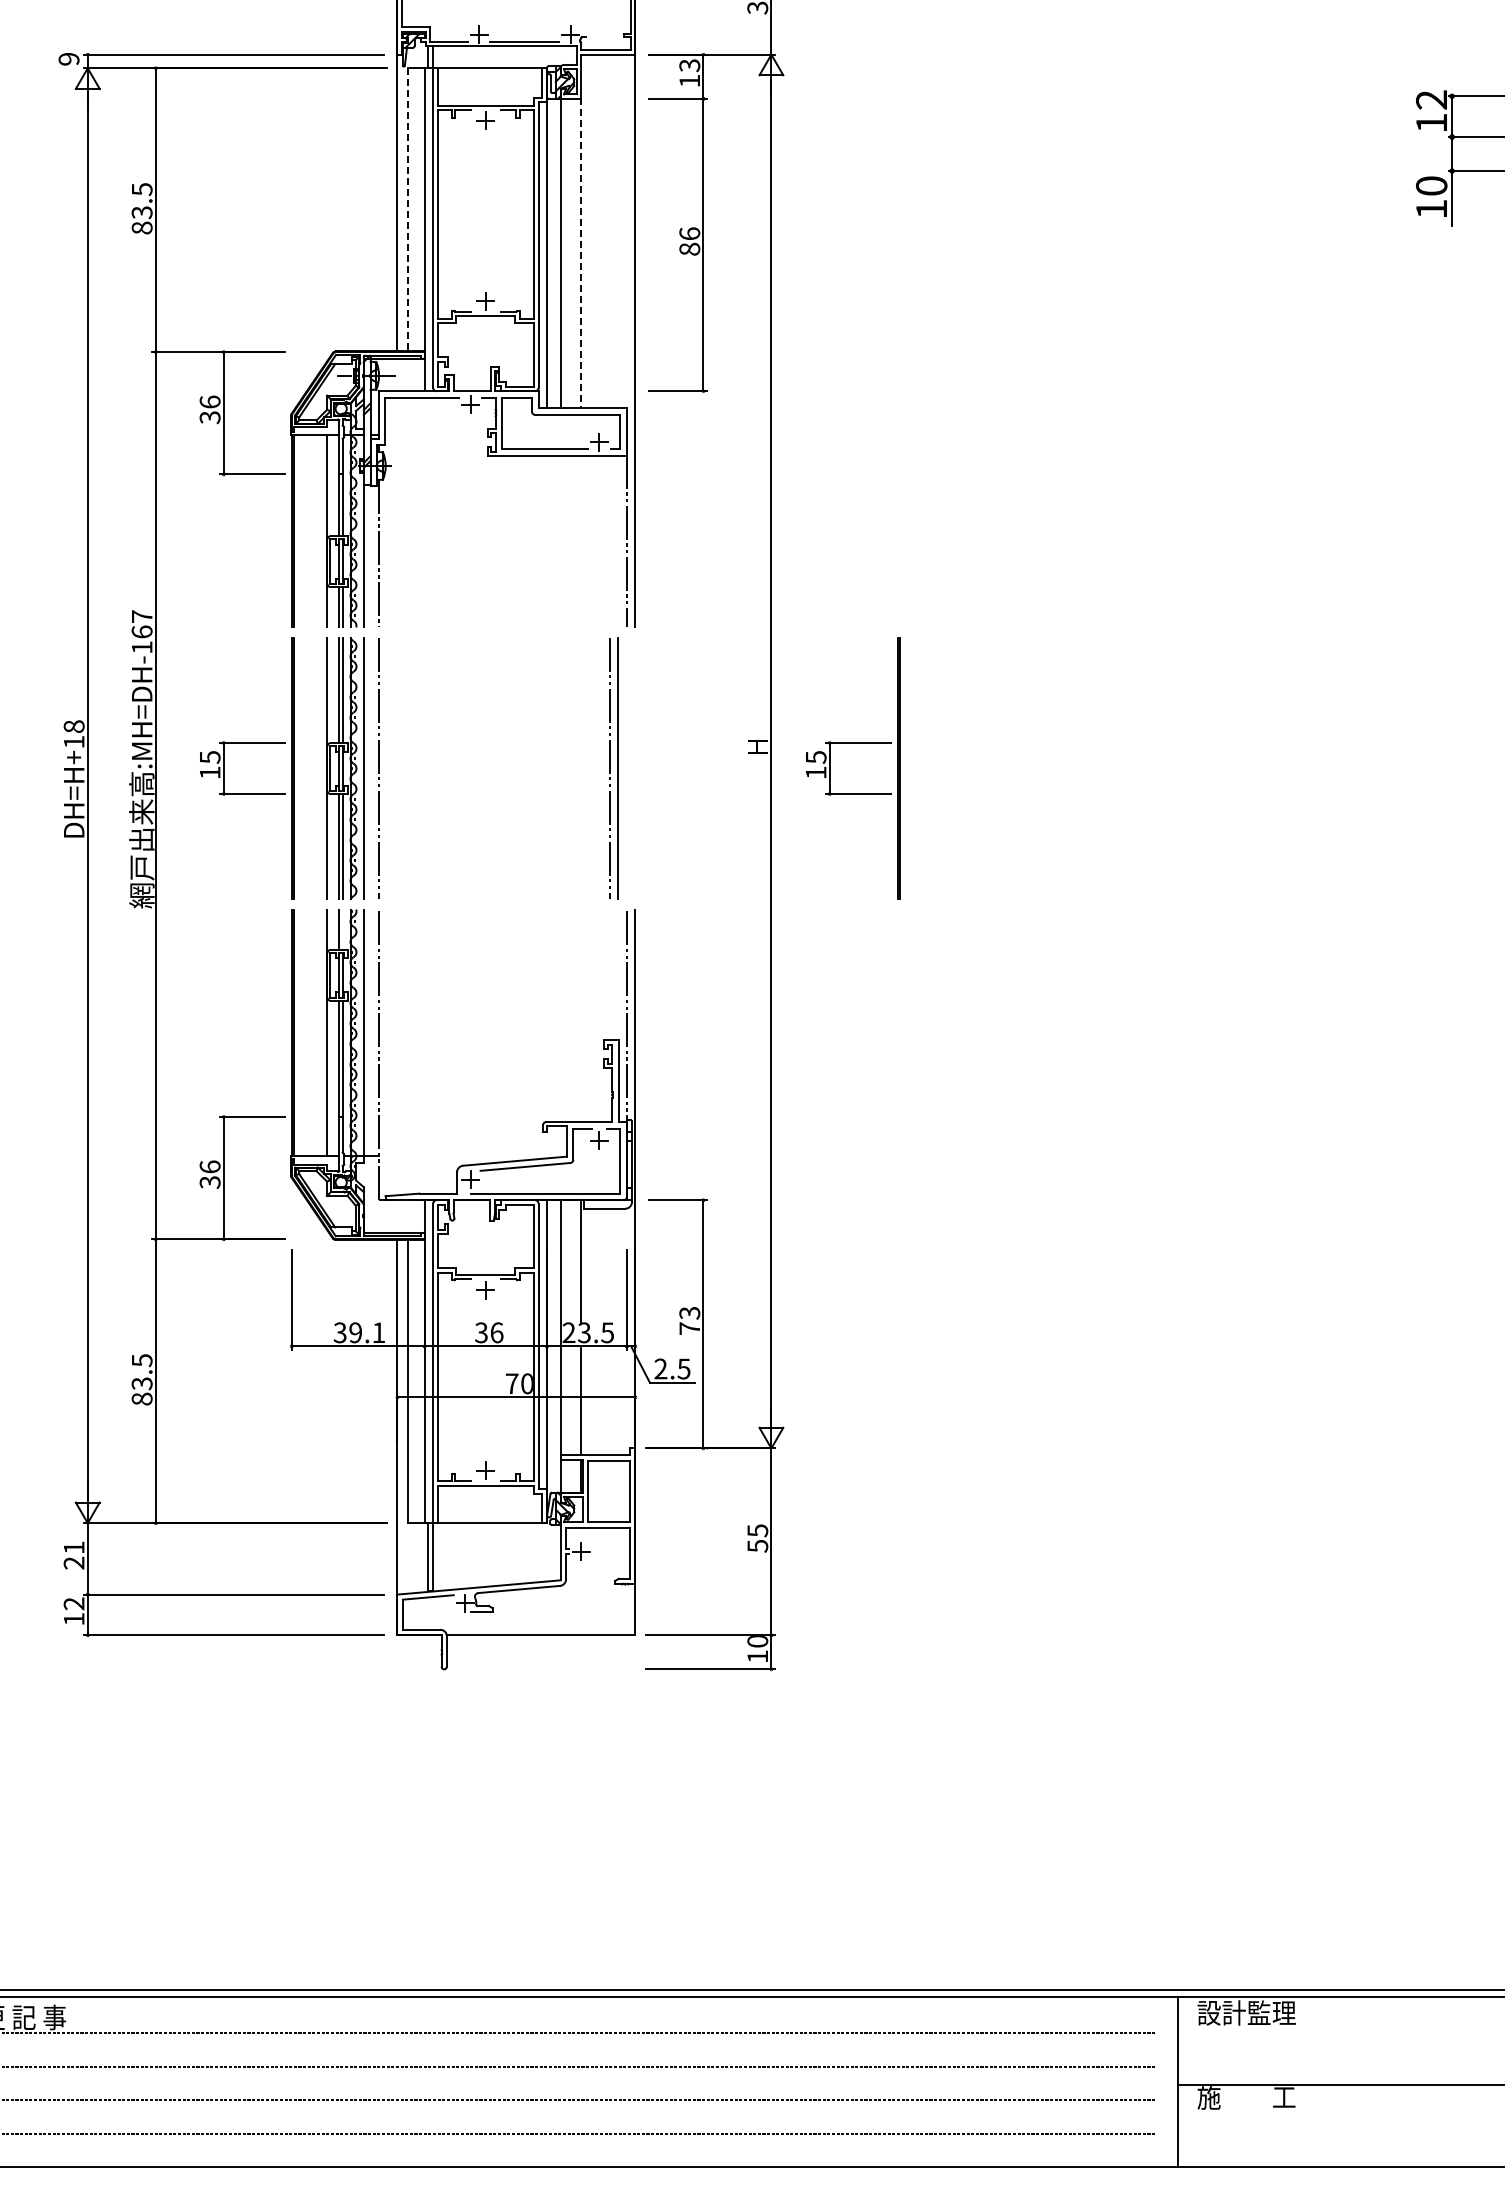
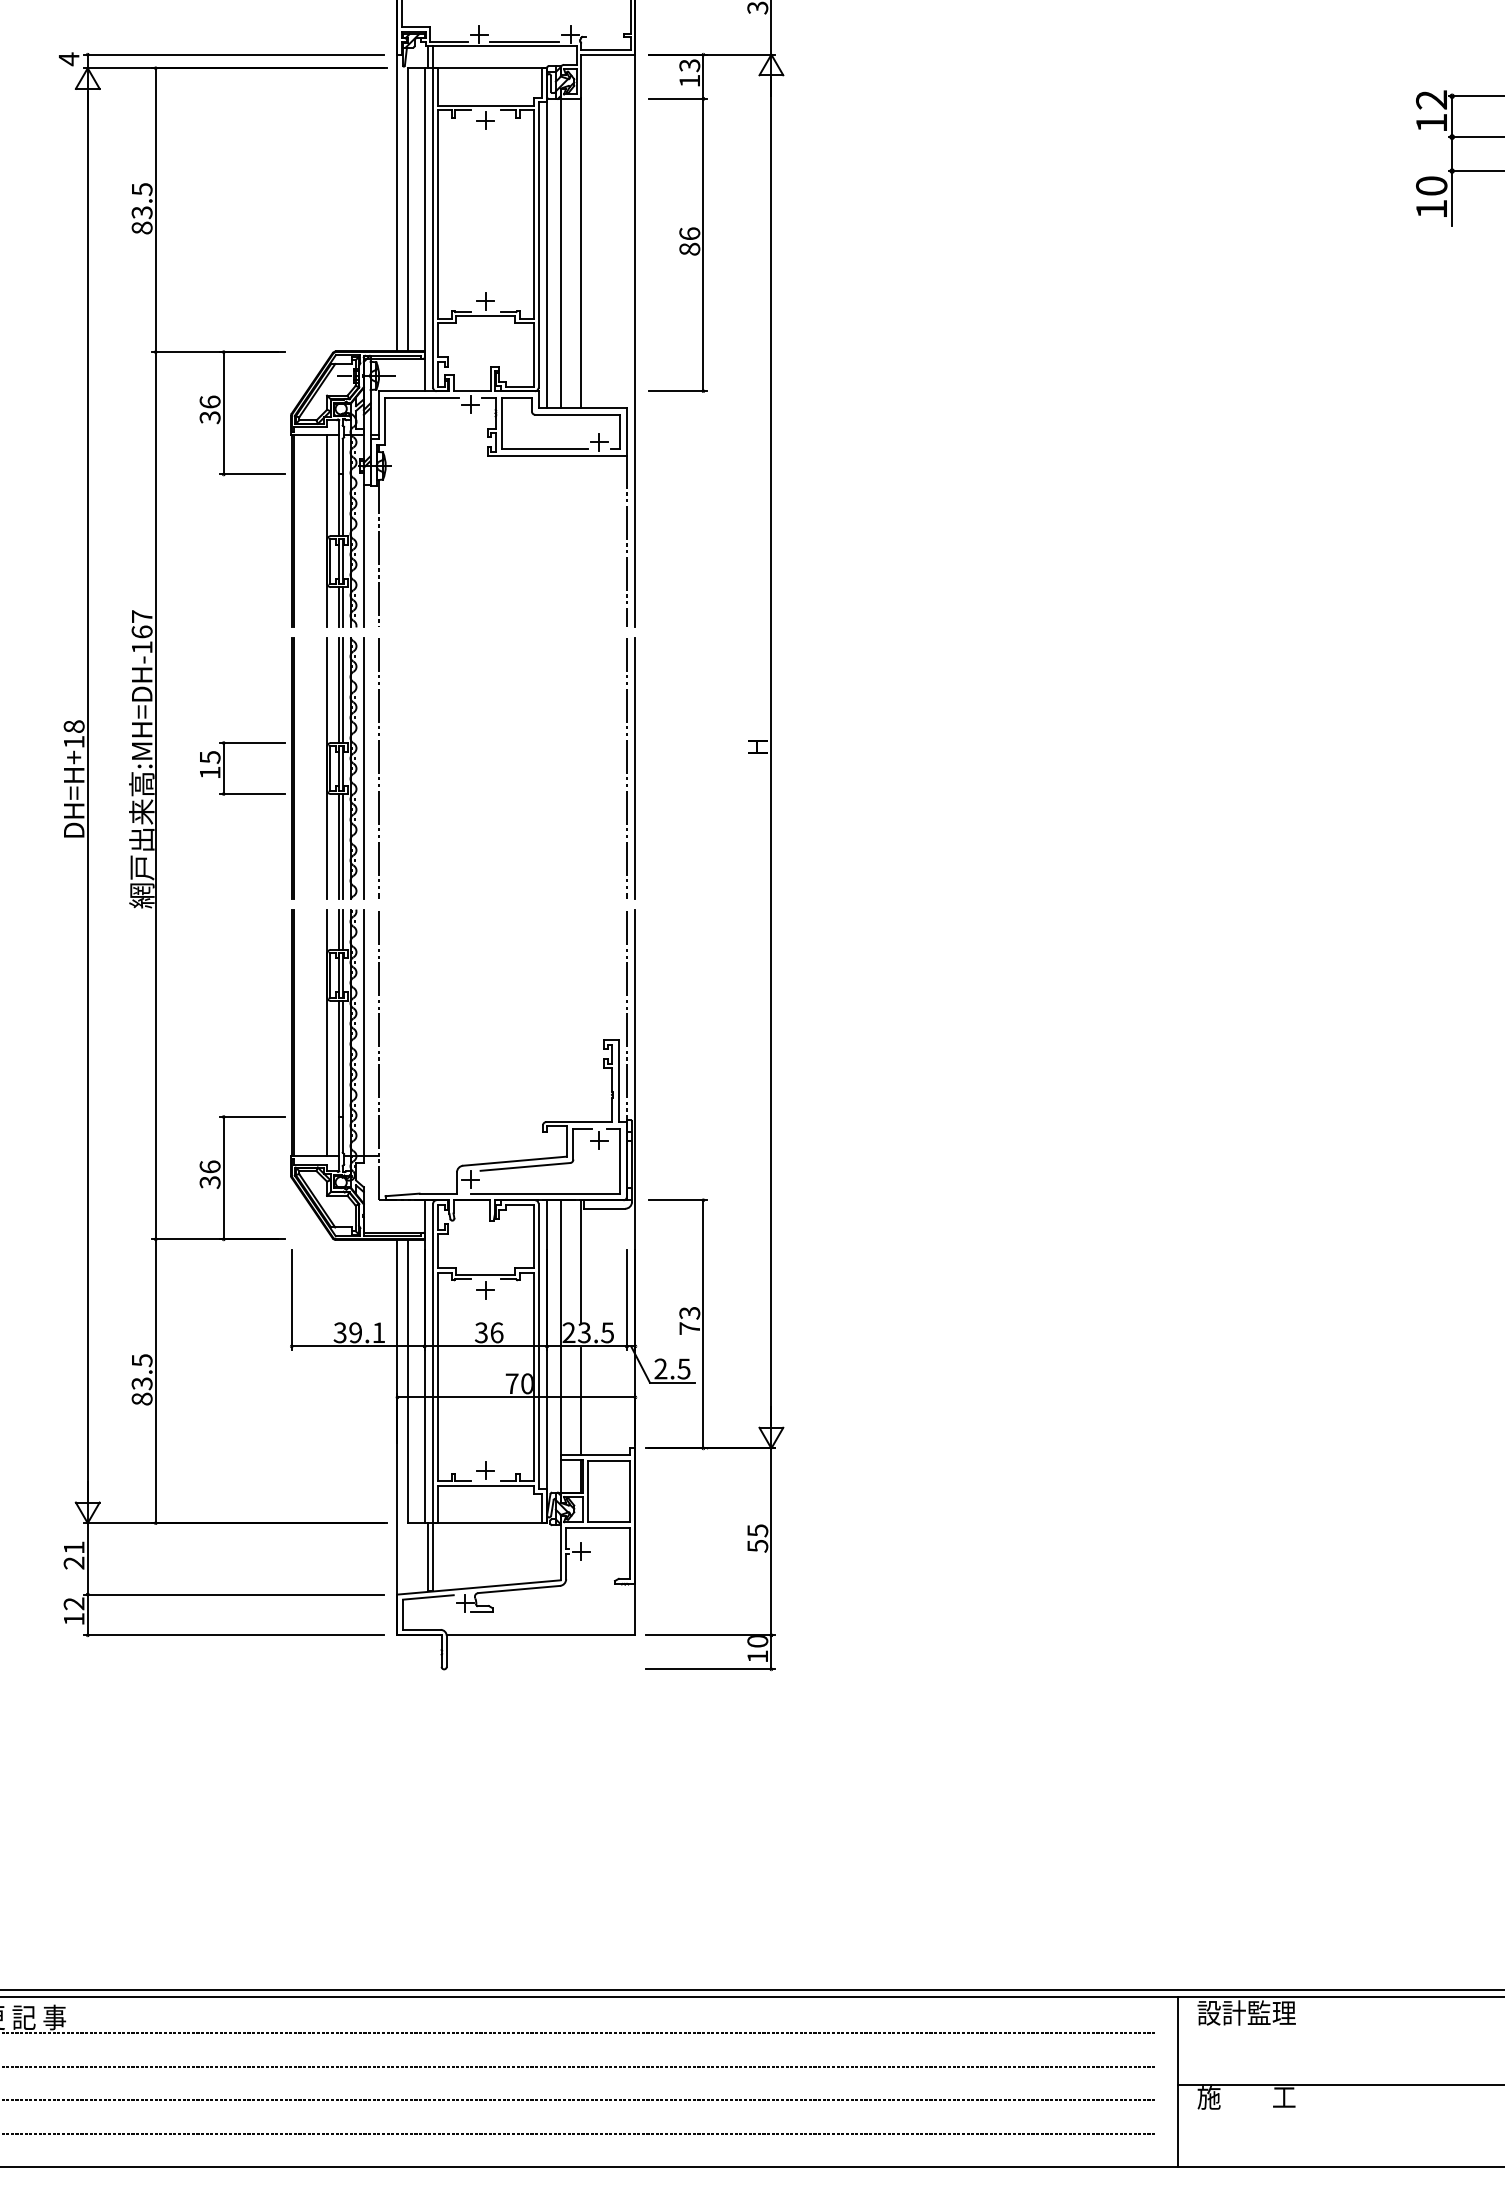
text at (68, 59): 9 -> 4
line at (407, 209): dashed -> solid
line at (581, 253): dashed -> solid
part at (613, 768) position: (613, 768) -> (630, 768)
part at (830, 768): present -> none
line at (342, 929): none -> present
